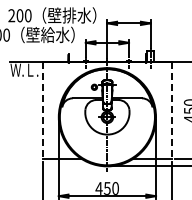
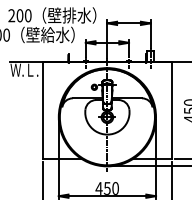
line at (42, 110): dashed -> solid
line at (172, 110): dashed -> solid
